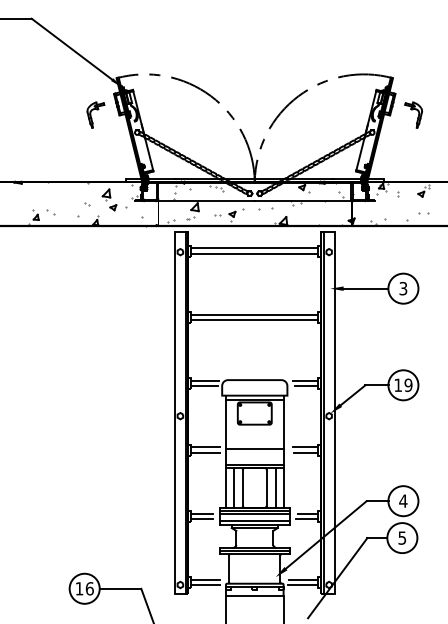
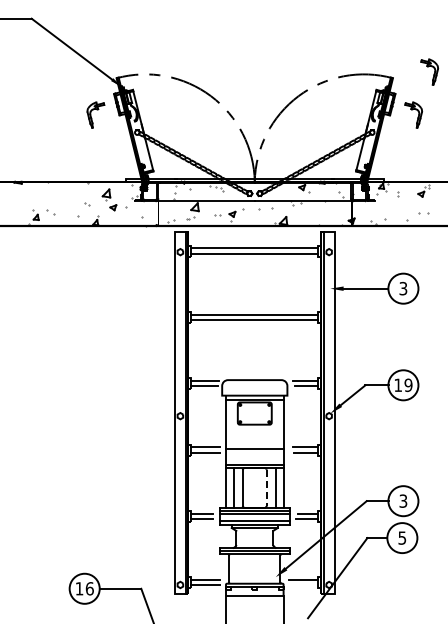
part at (429, 71): none -> present
line at (266, 488): solid -> dashed
text at (403, 500): 4 -> 3
line at (303, 585): present -> none
